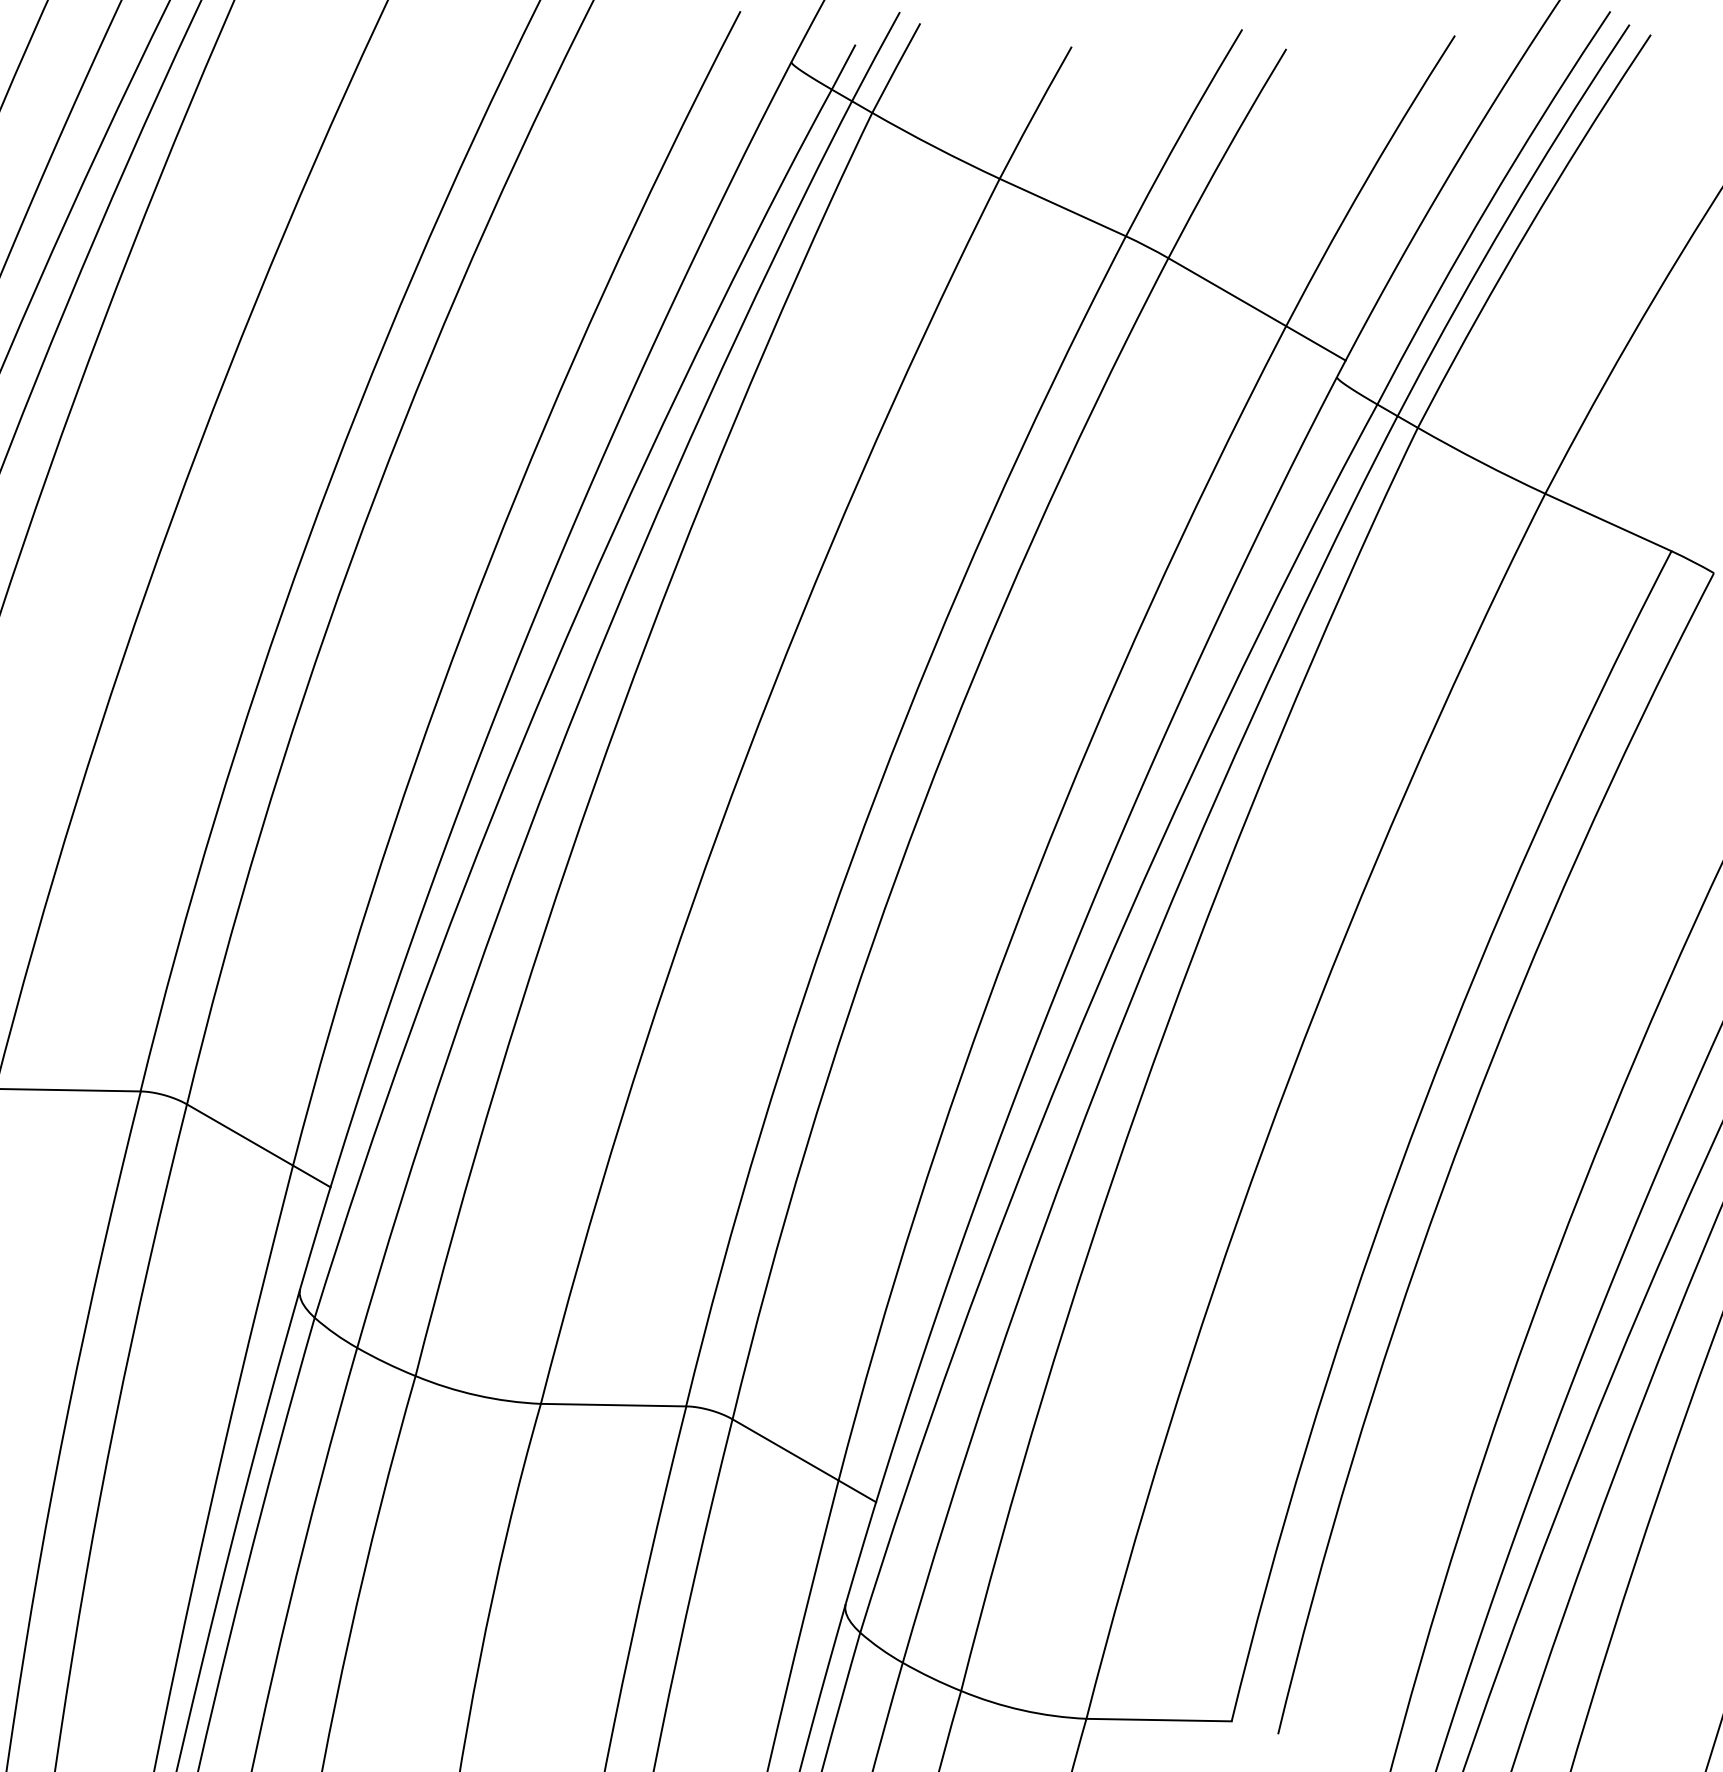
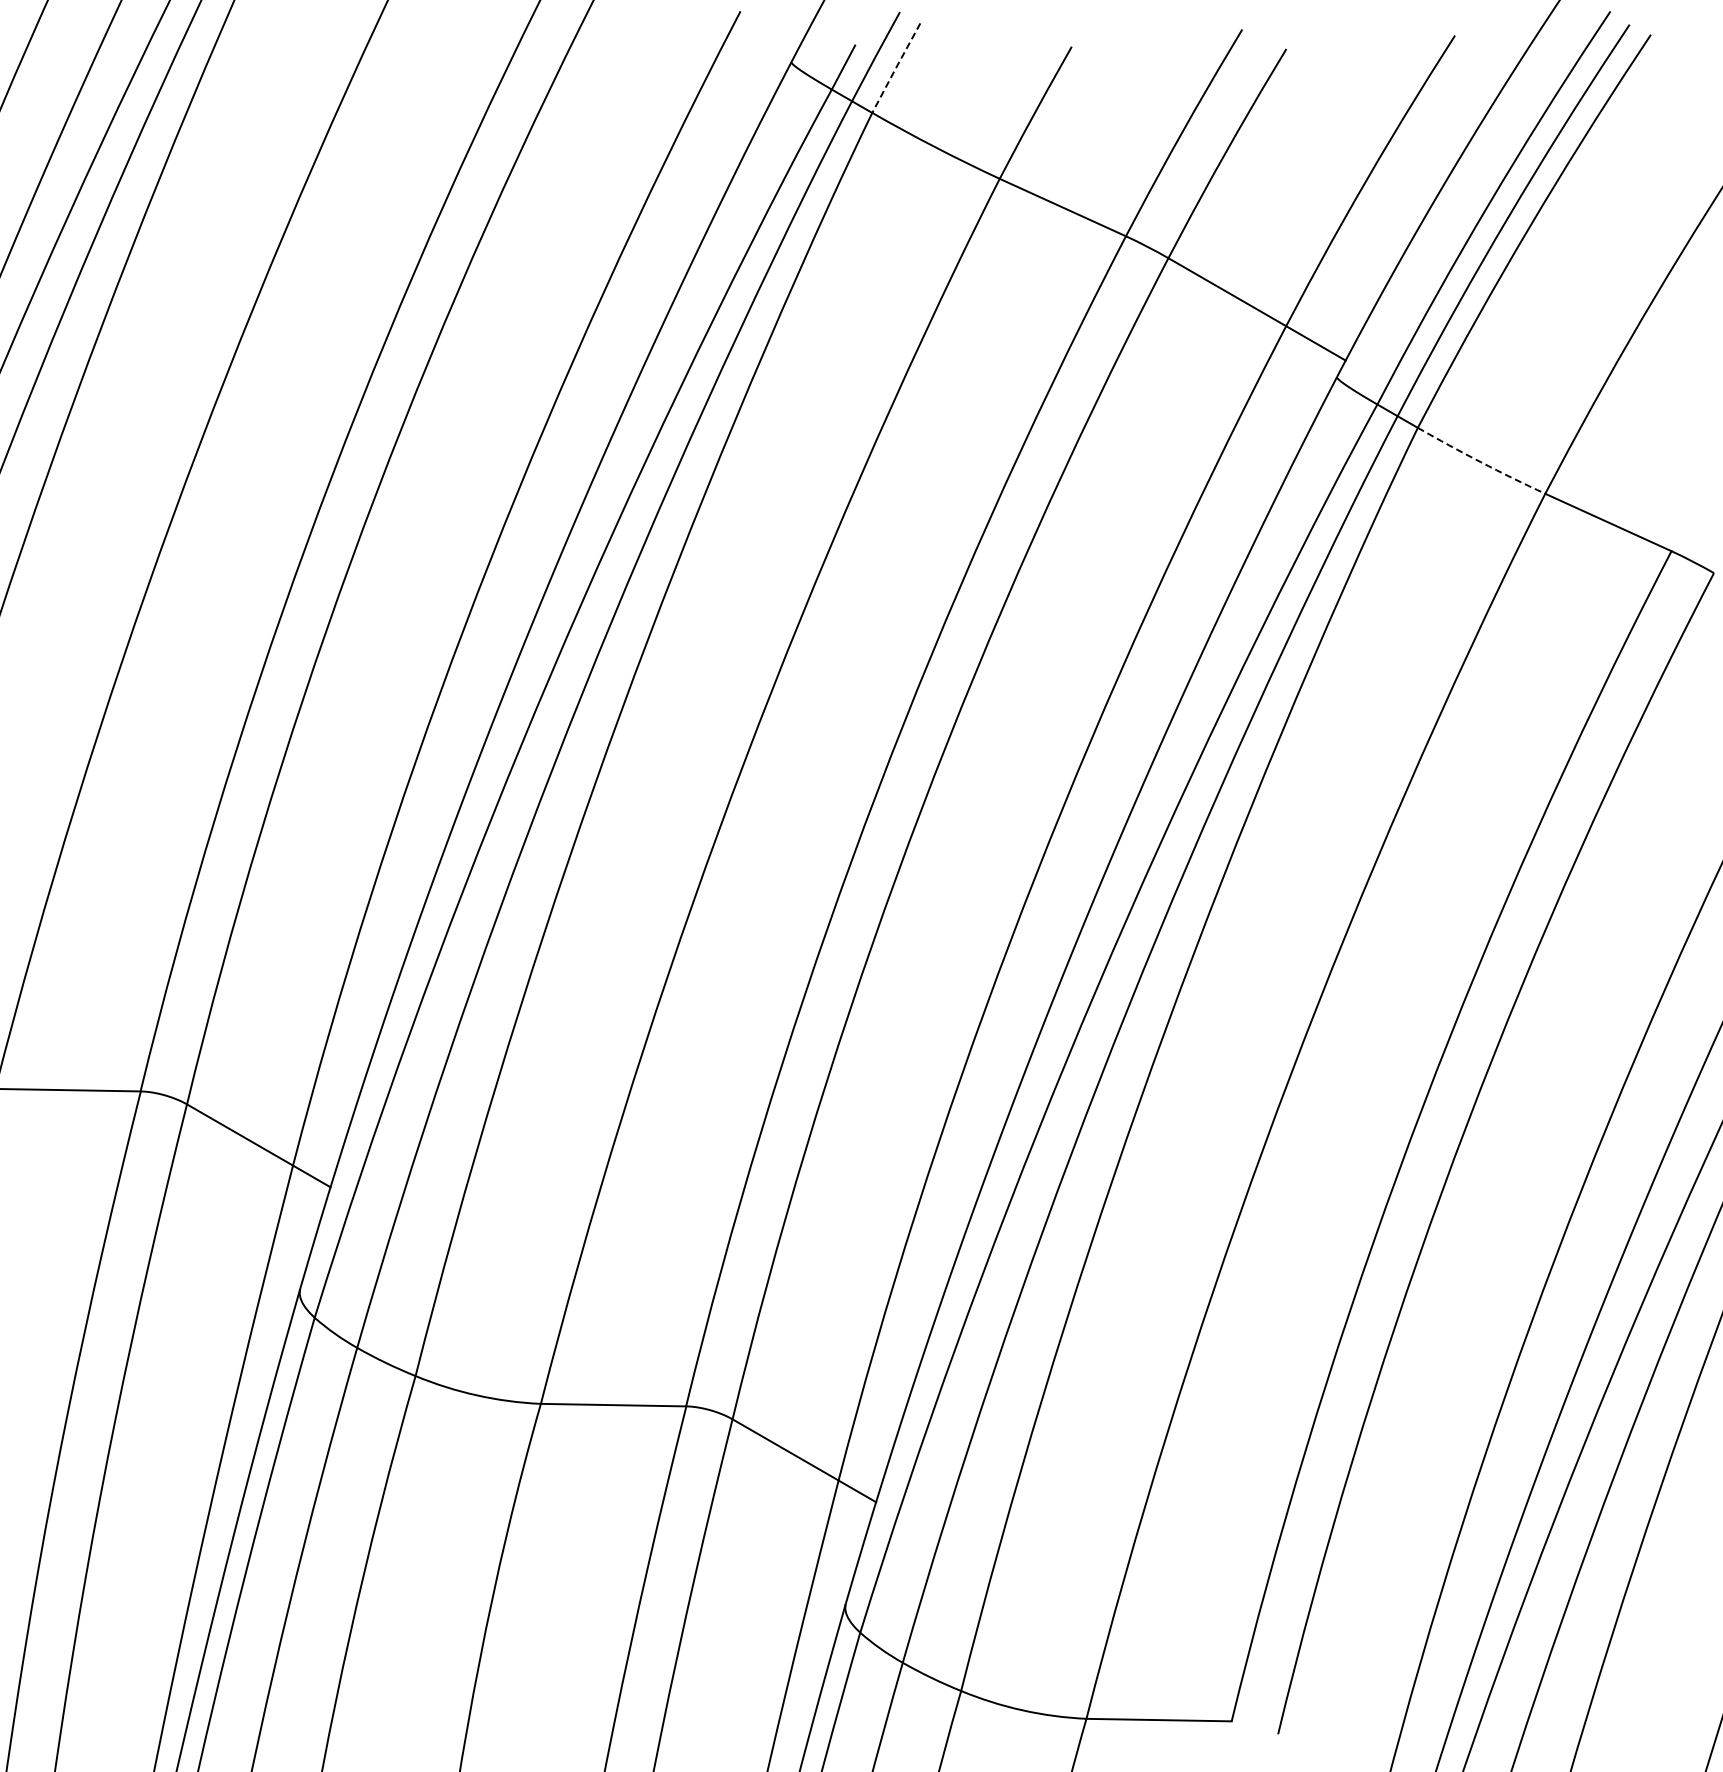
line at (896, 68): solid -> dashed
arc at (1480, 462): solid -> dashed
